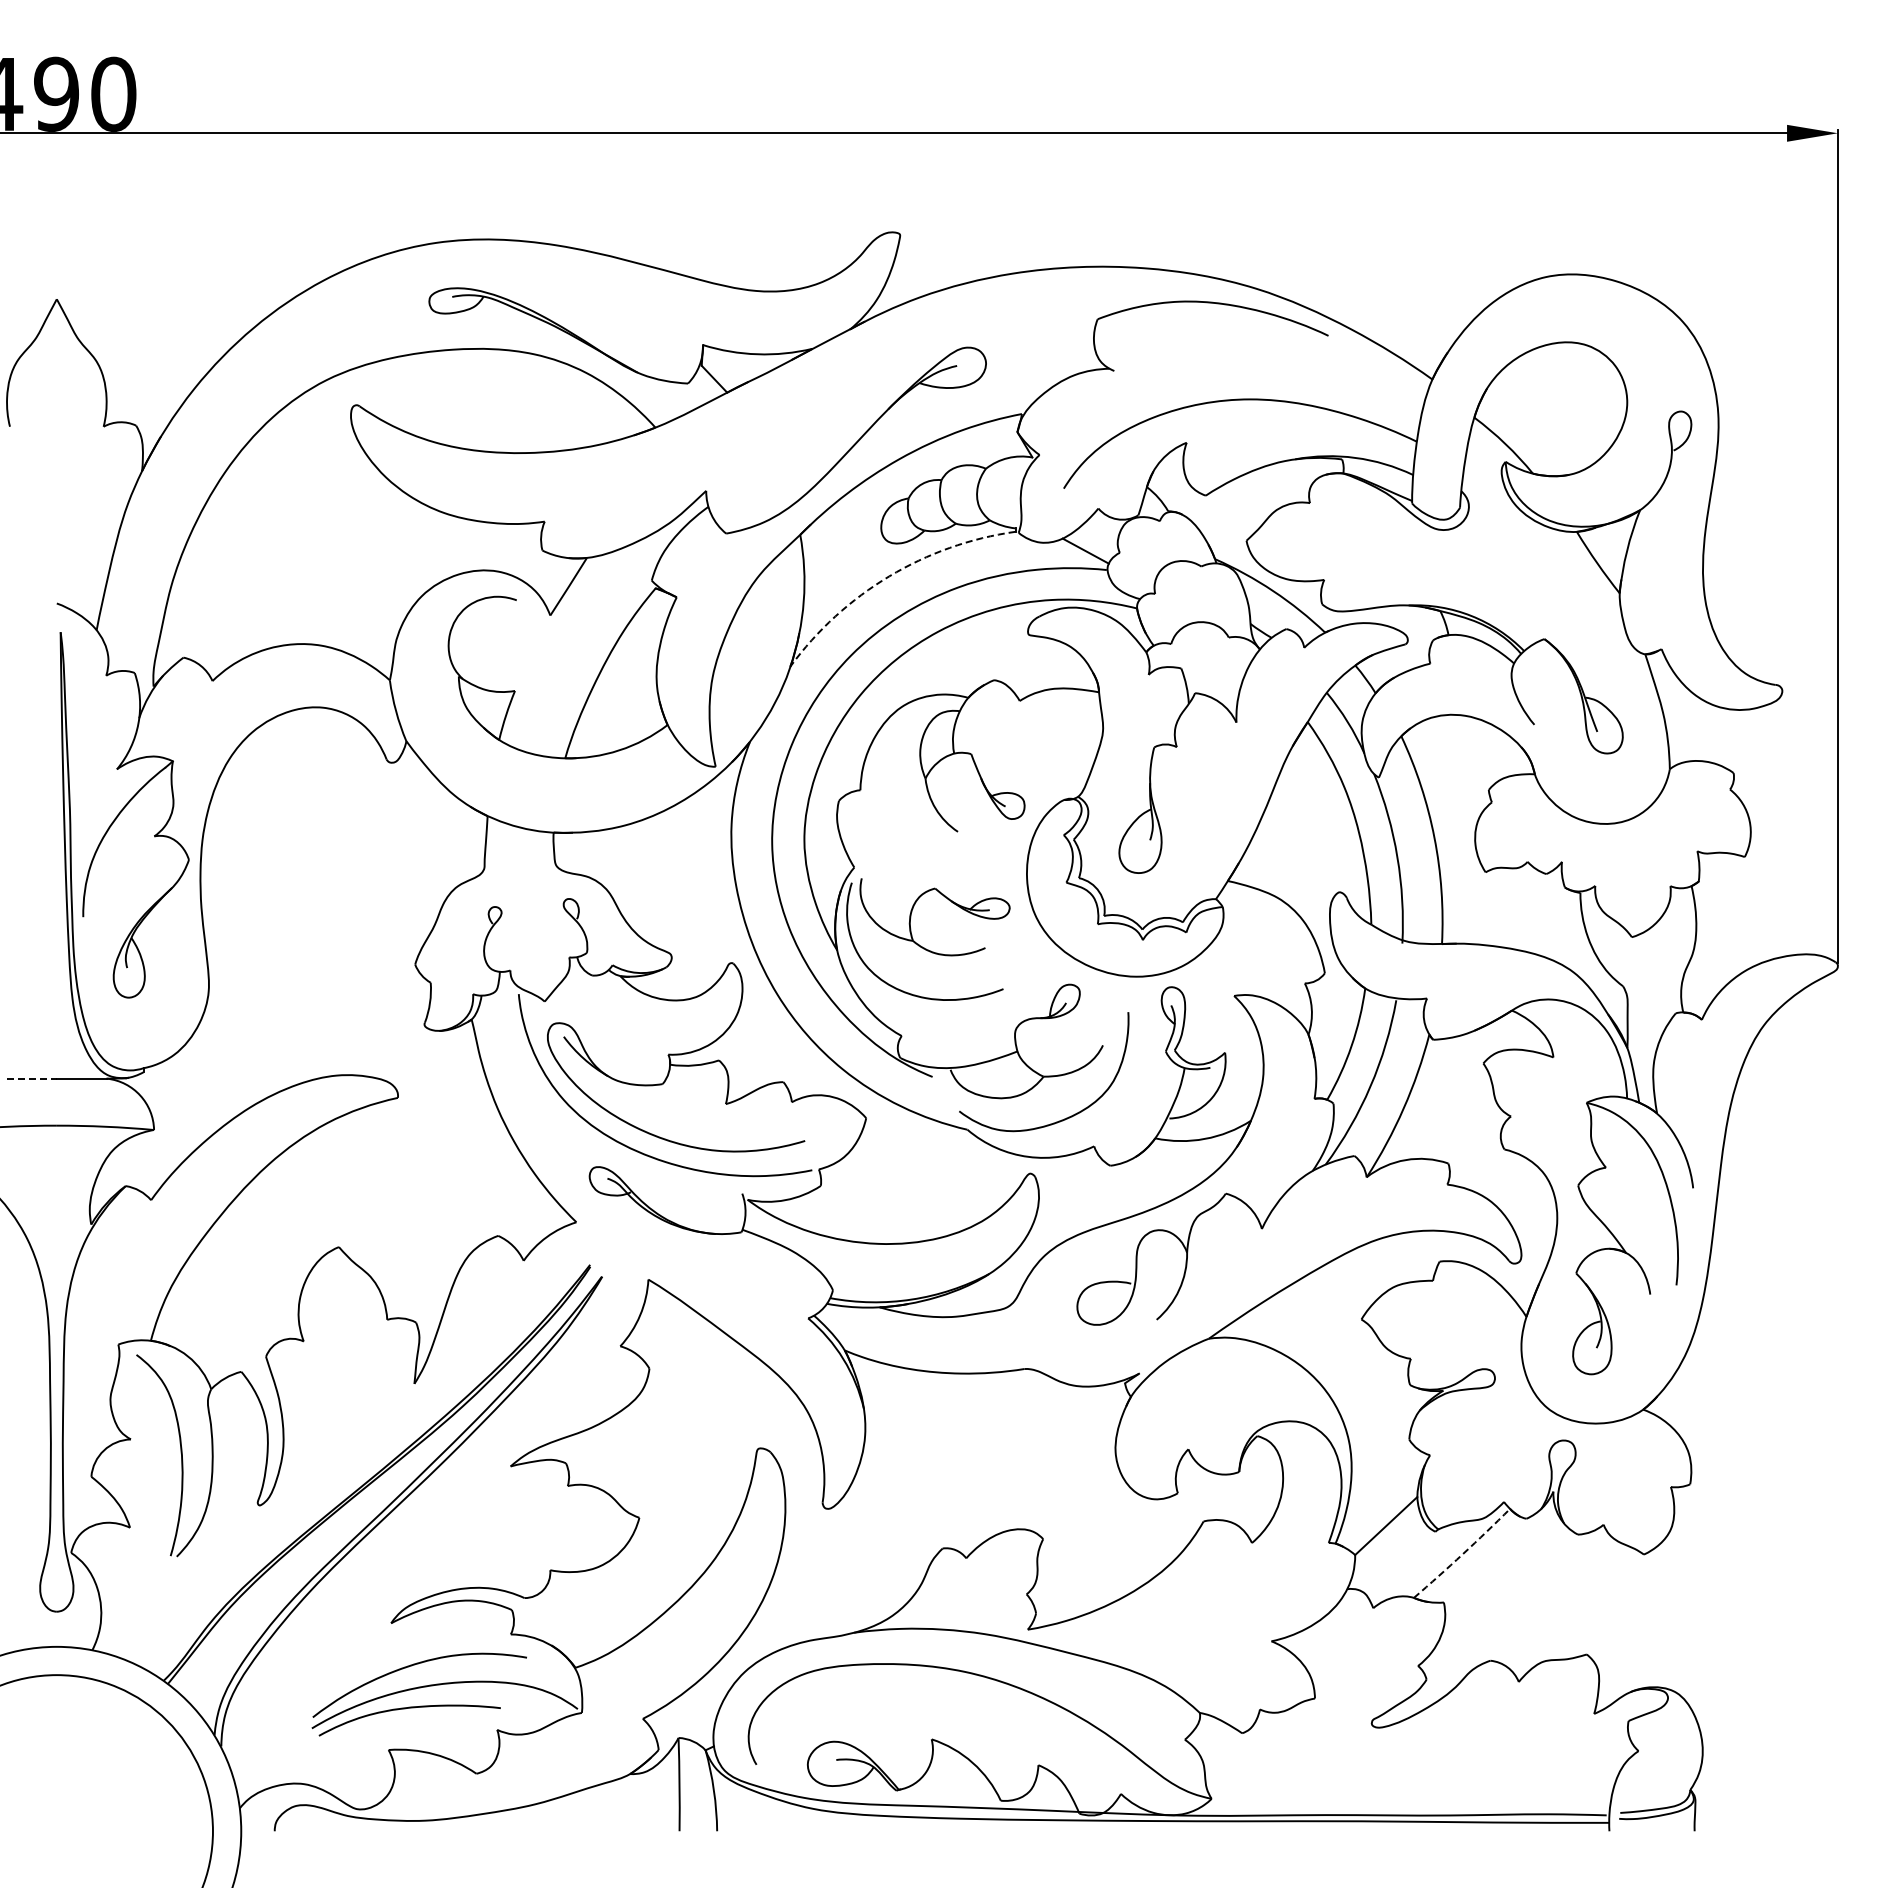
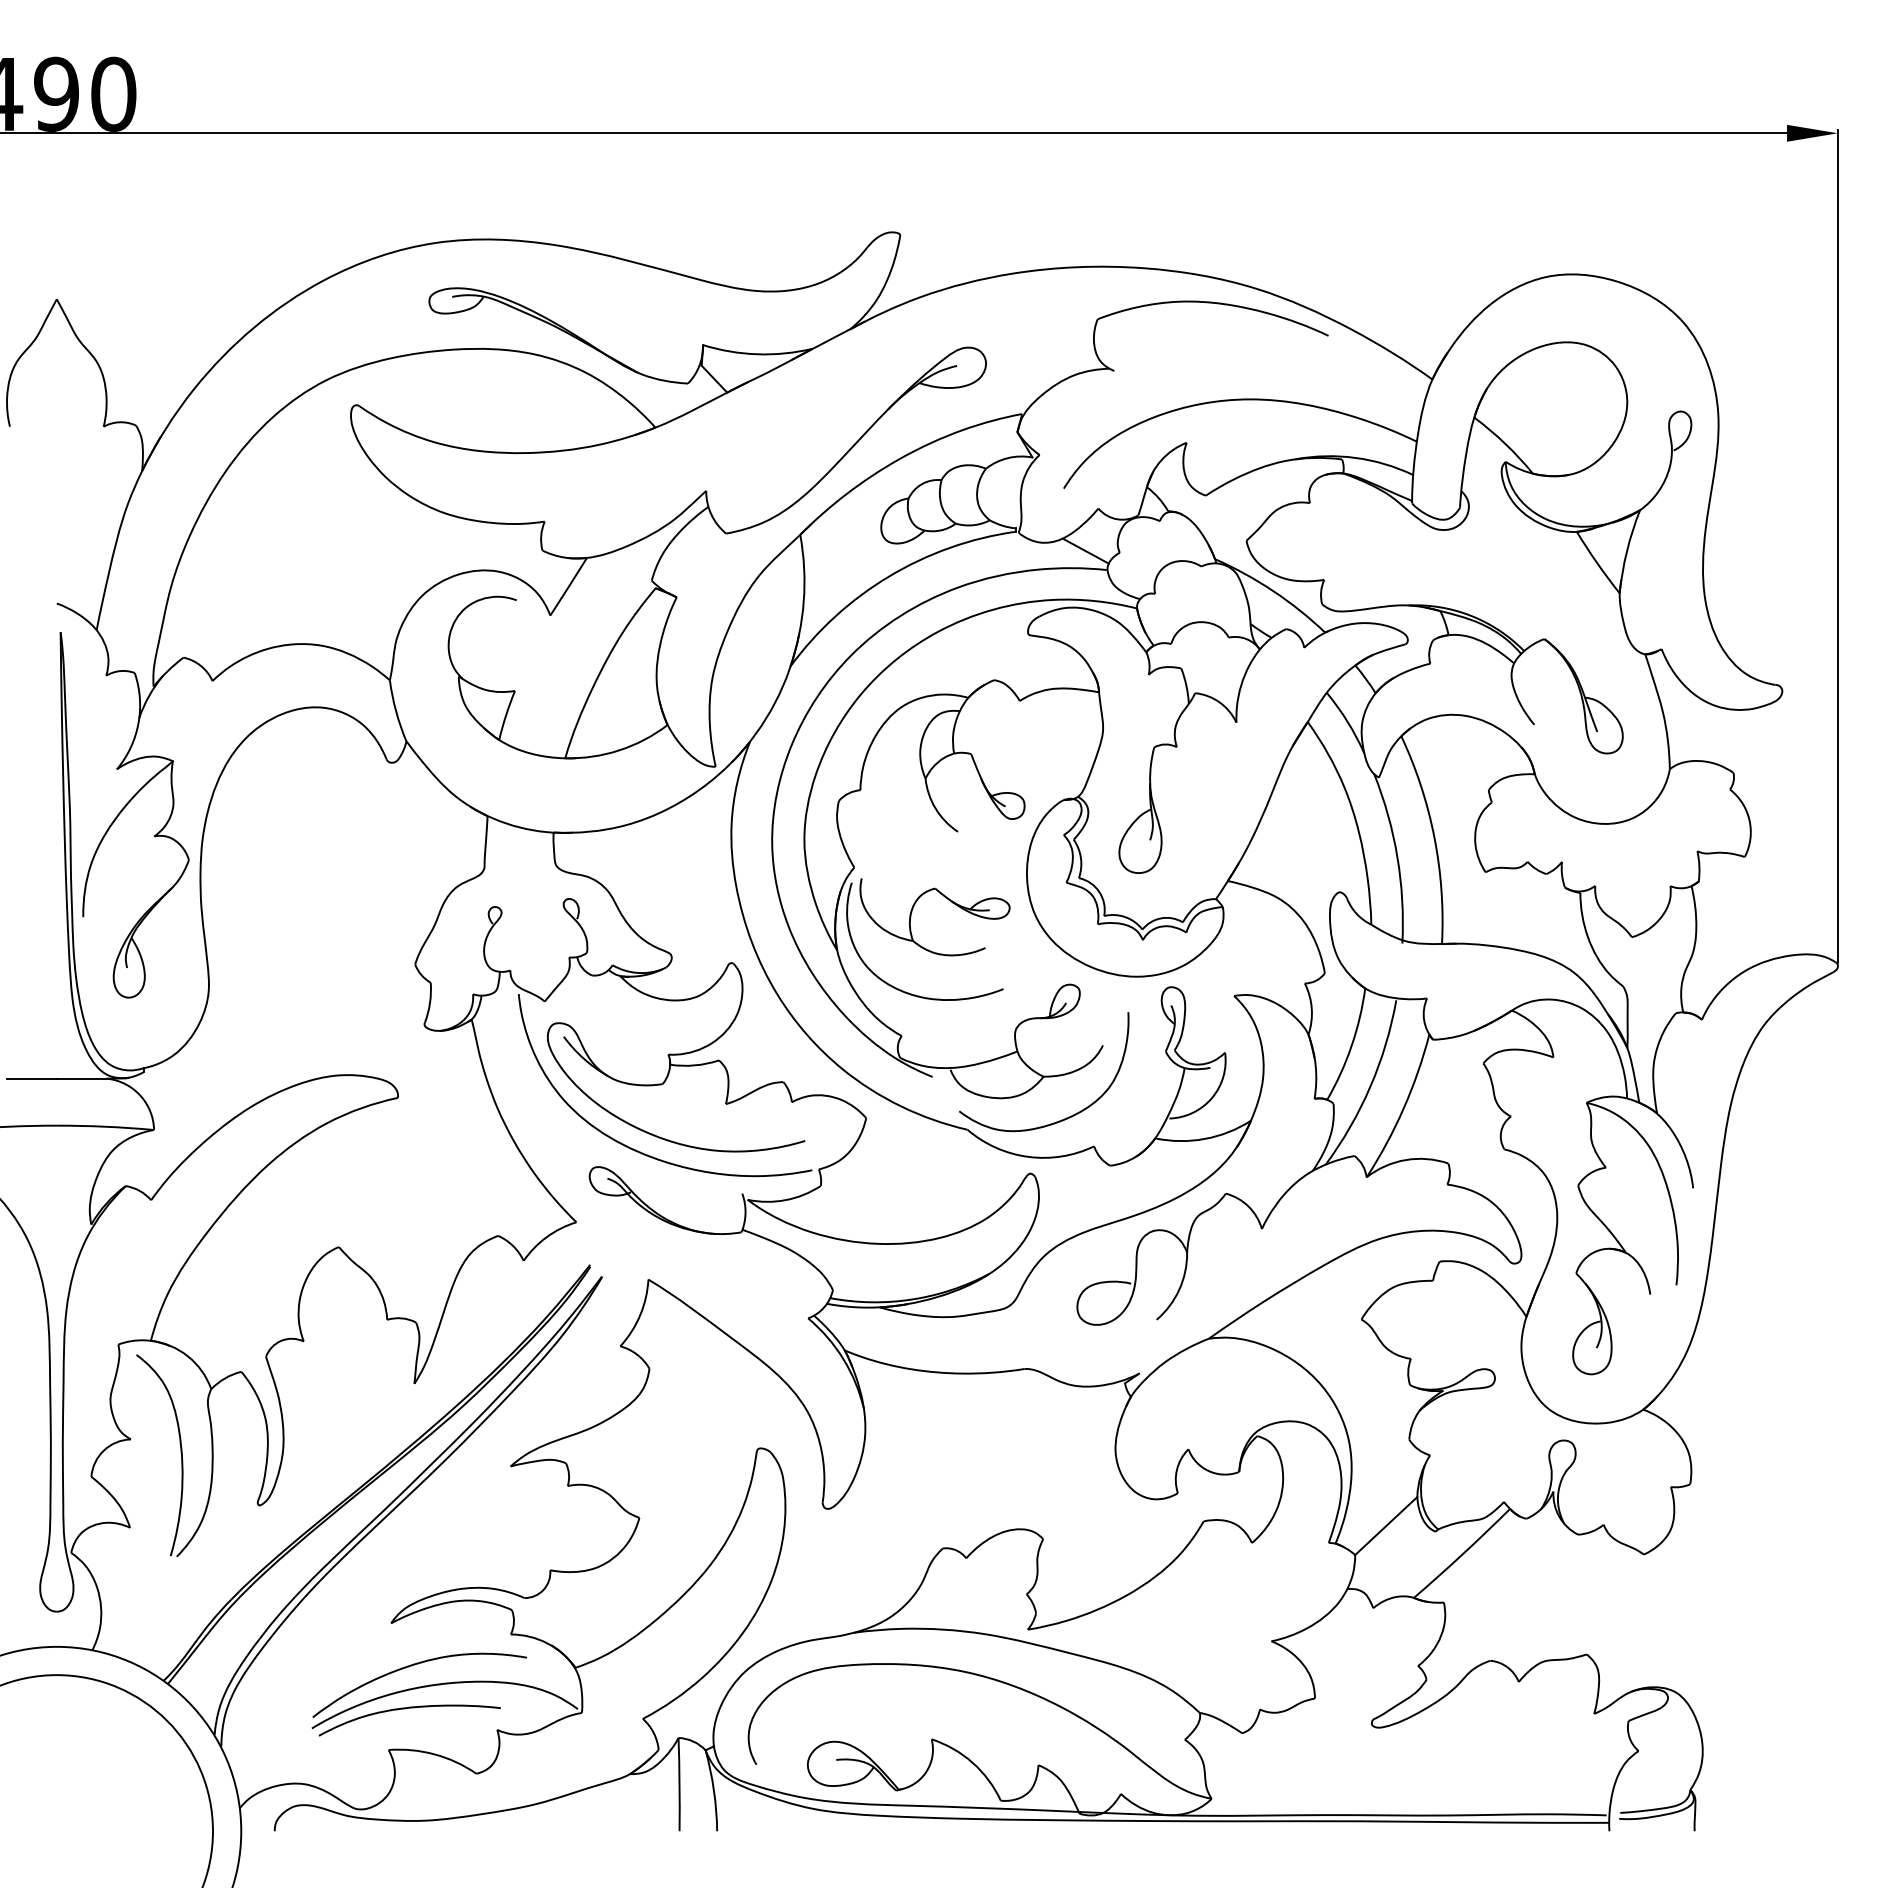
arc at (889, 576): dashed -> solid
line at (32, 1078): dashed -> solid
arc at (1462, 1554): dashed -> solid
